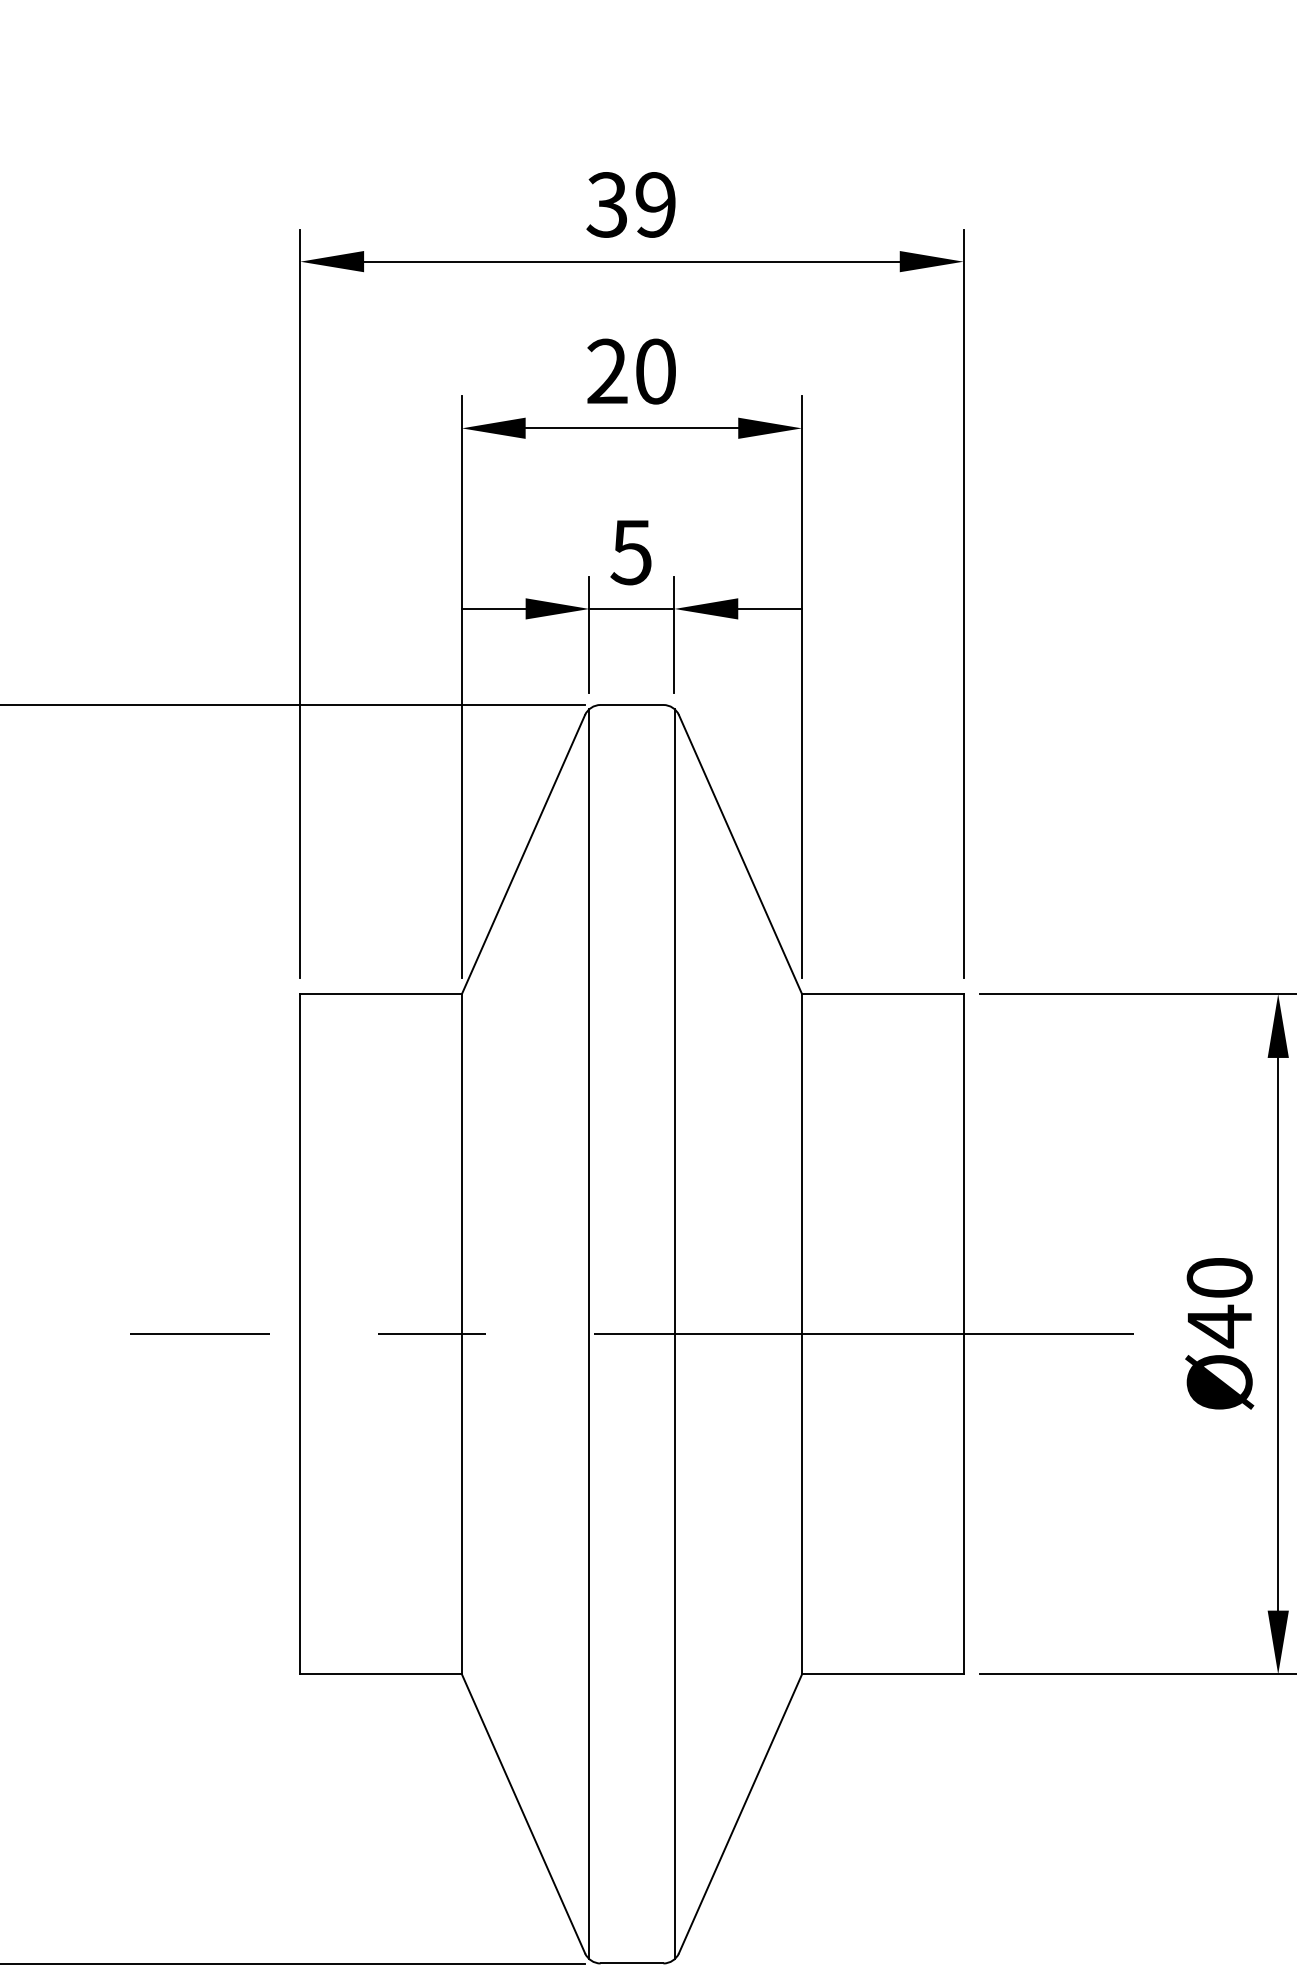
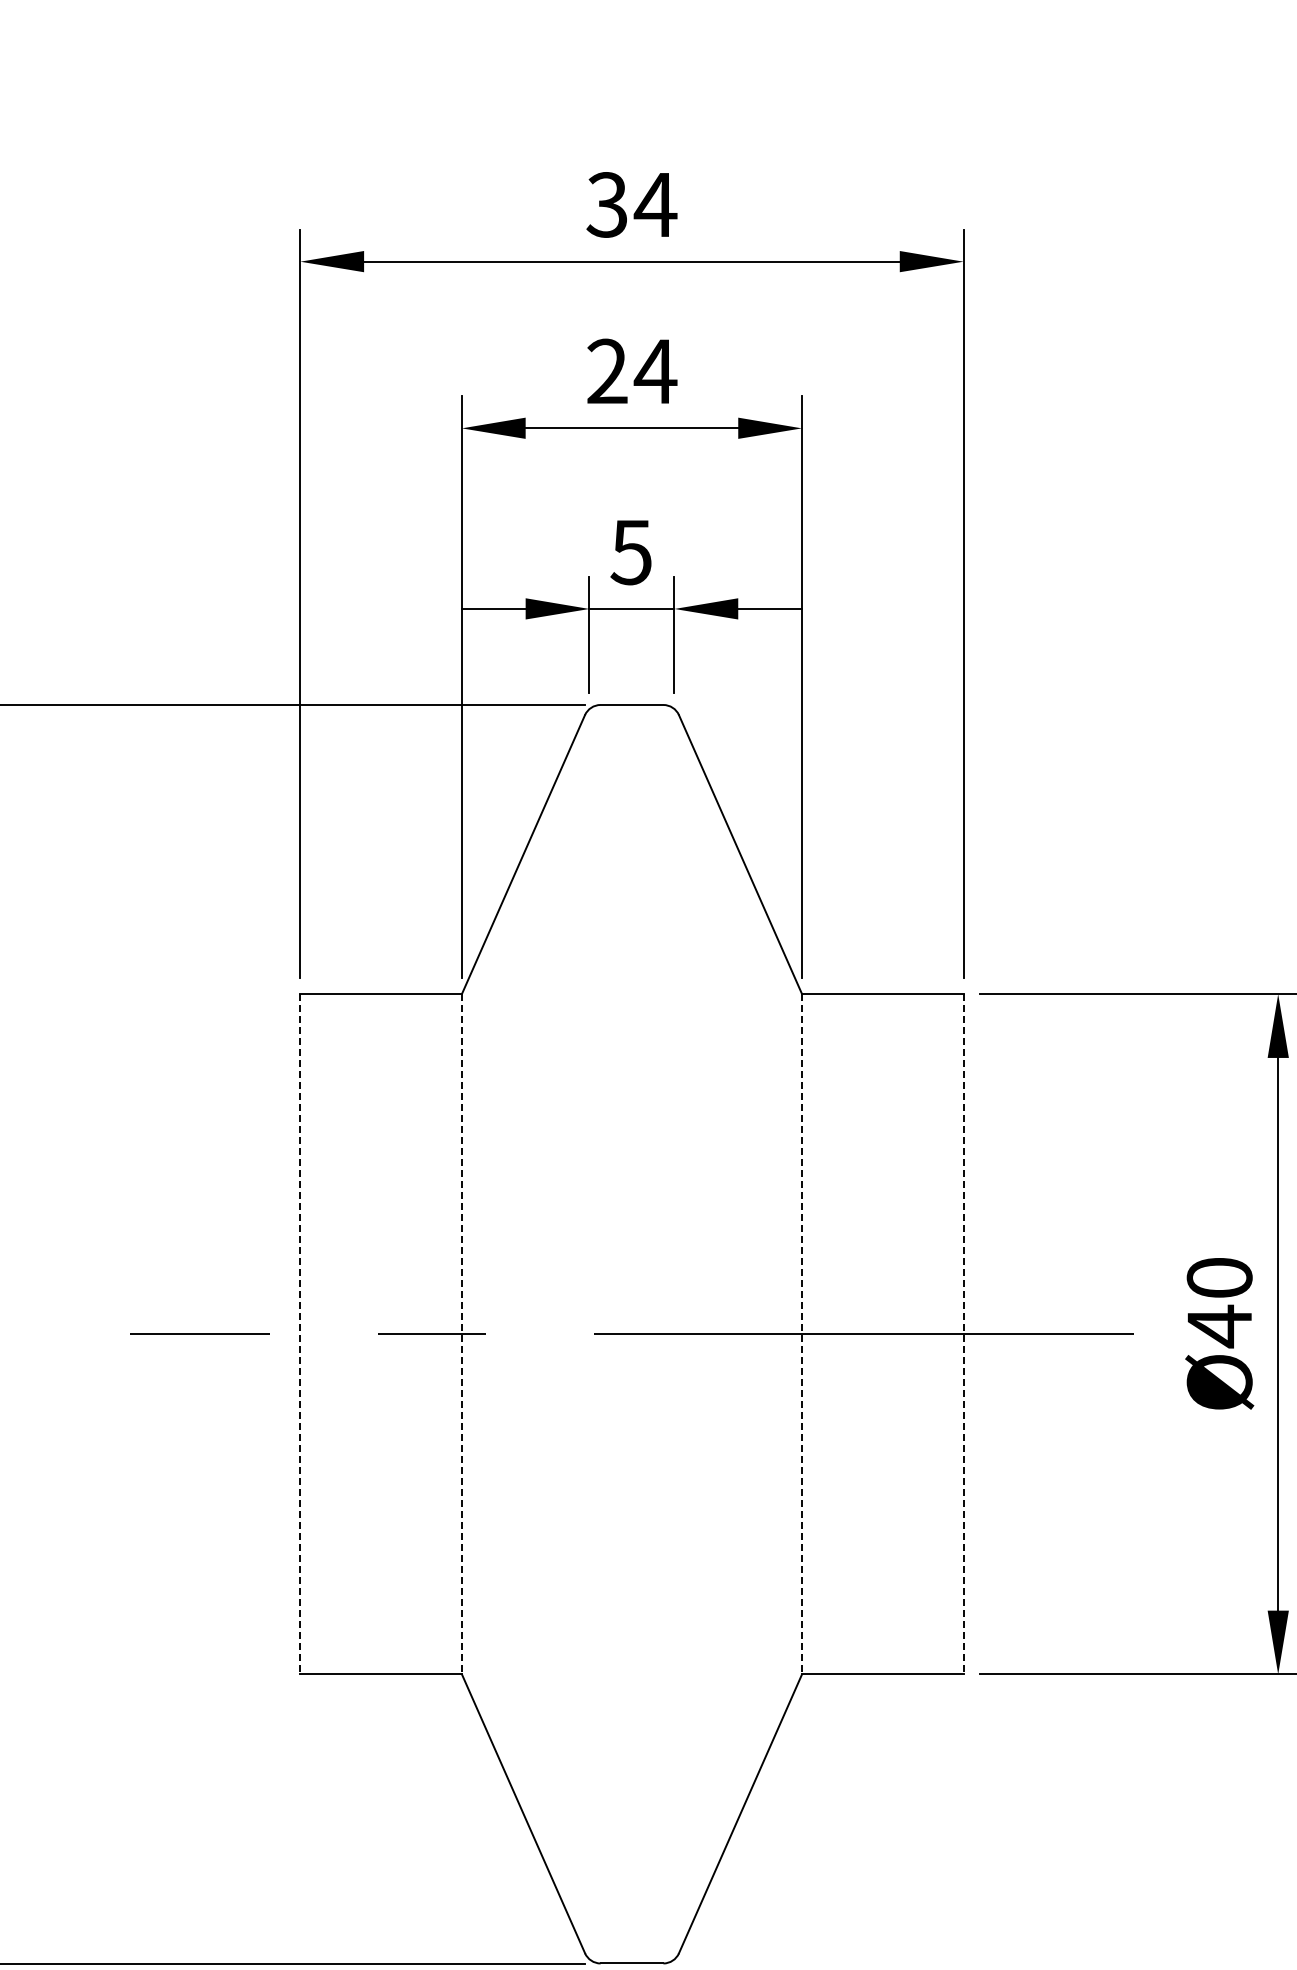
text at (655, 204): 39 -> 34
text at (655, 371): 20 -> 24
line at (300, 1334): solid -> dashed
line at (461, 1334): solid -> dashed
line at (589, 1334): present -> none
line at (674, 1334): present -> none
line at (802, 1334): solid -> dashed
line at (963, 1334): solid -> dashed
